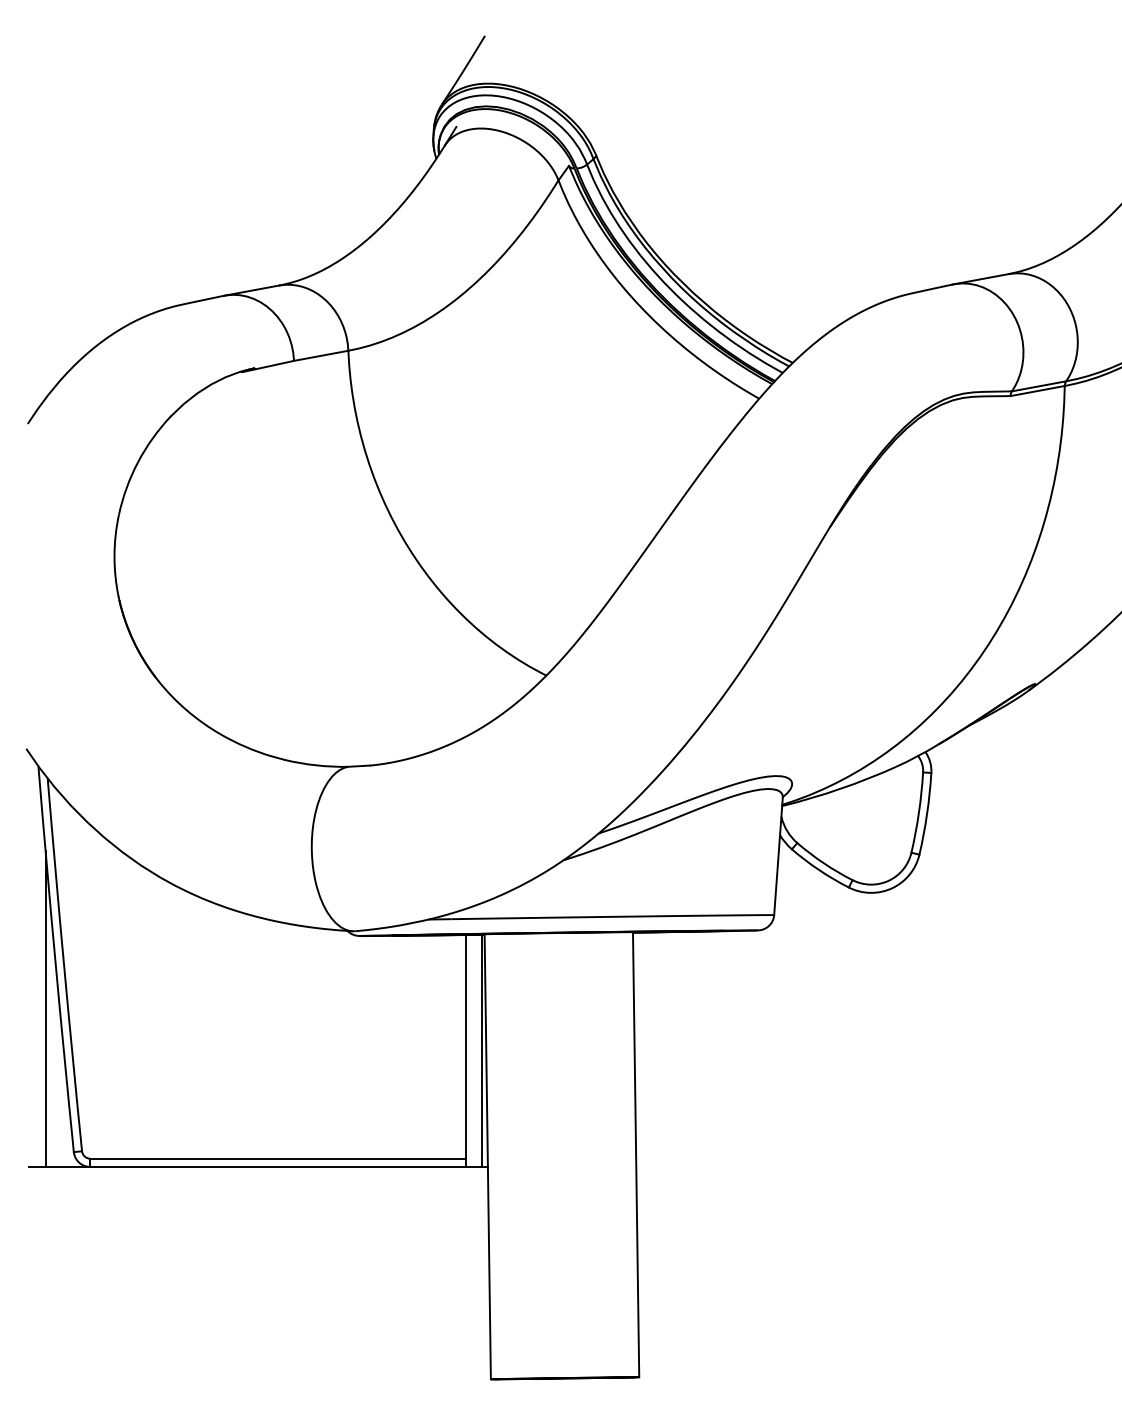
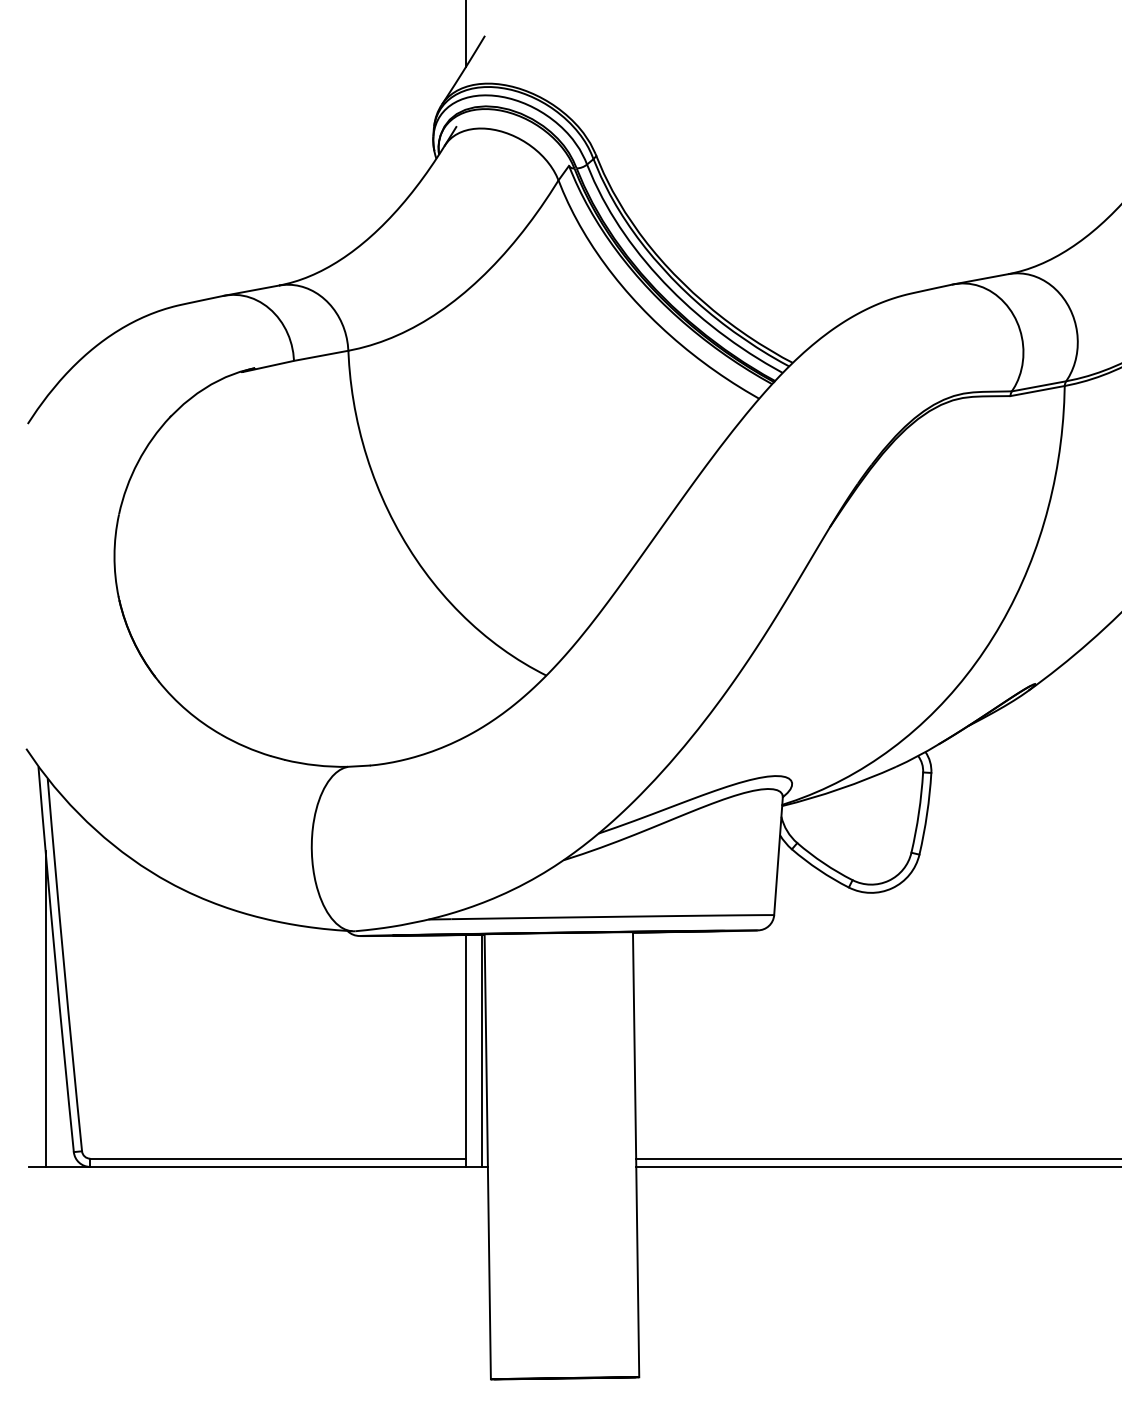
line at (465, 34): none -> present
line at (877, 1158): none -> present
line at (877, 1166): none -> present
